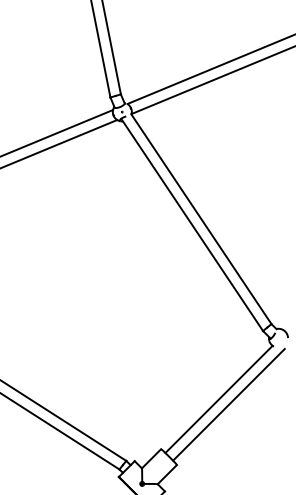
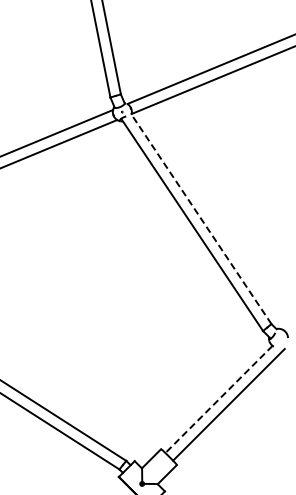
line at (201, 218): solid -> dashed
line at (219, 399): solid -> dashed
